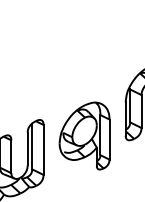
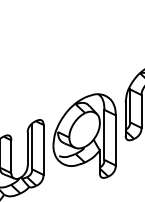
part at (84, 135) size: 53x70 px -> 65x86 px
